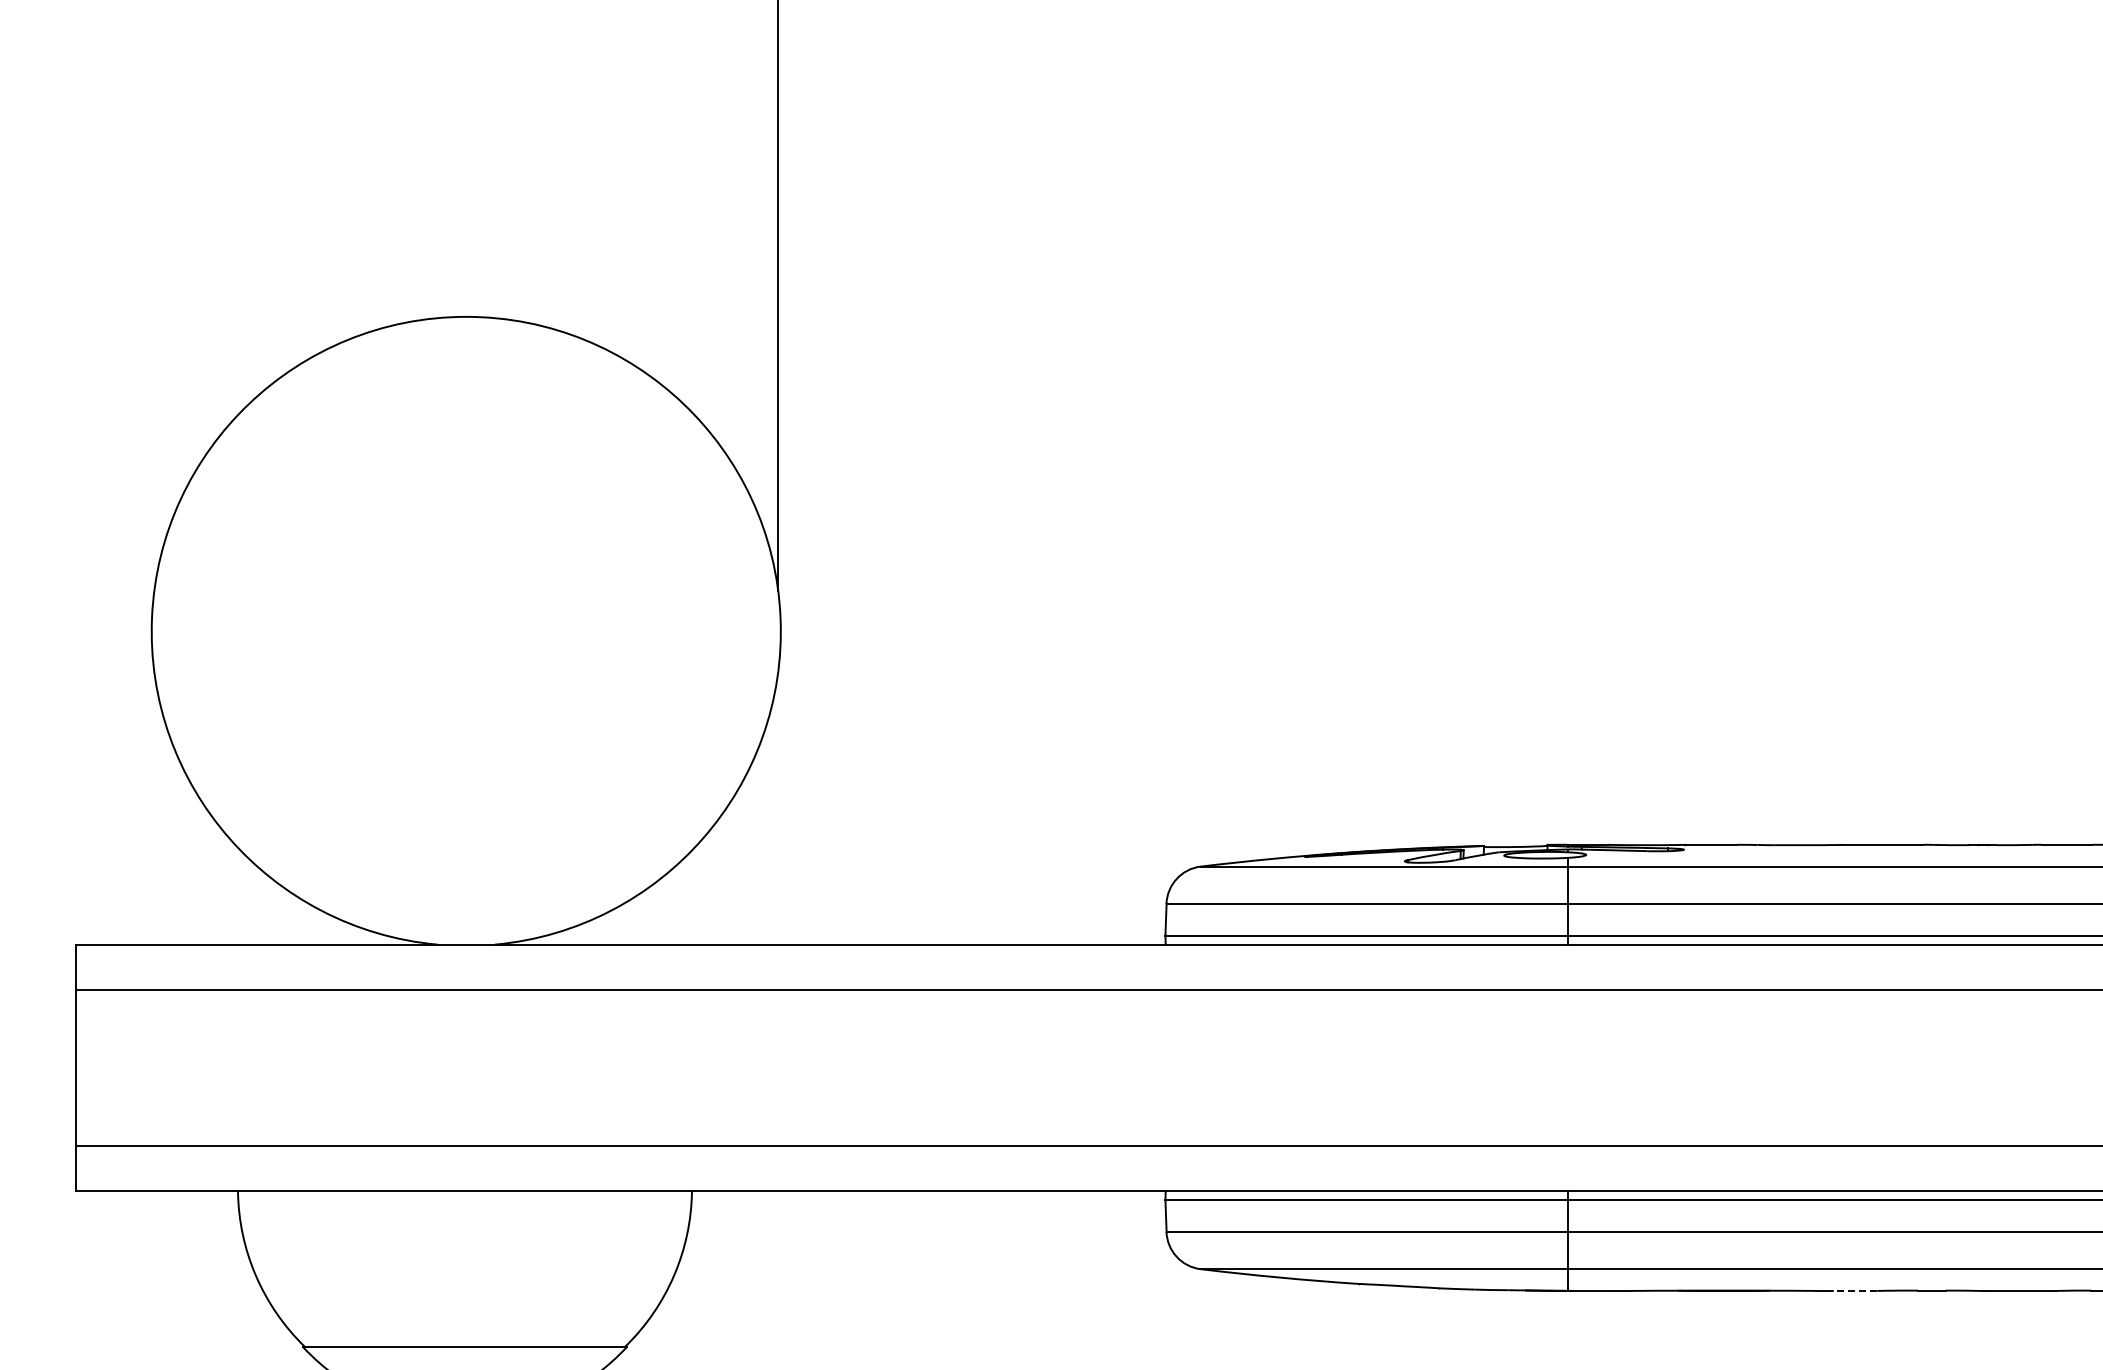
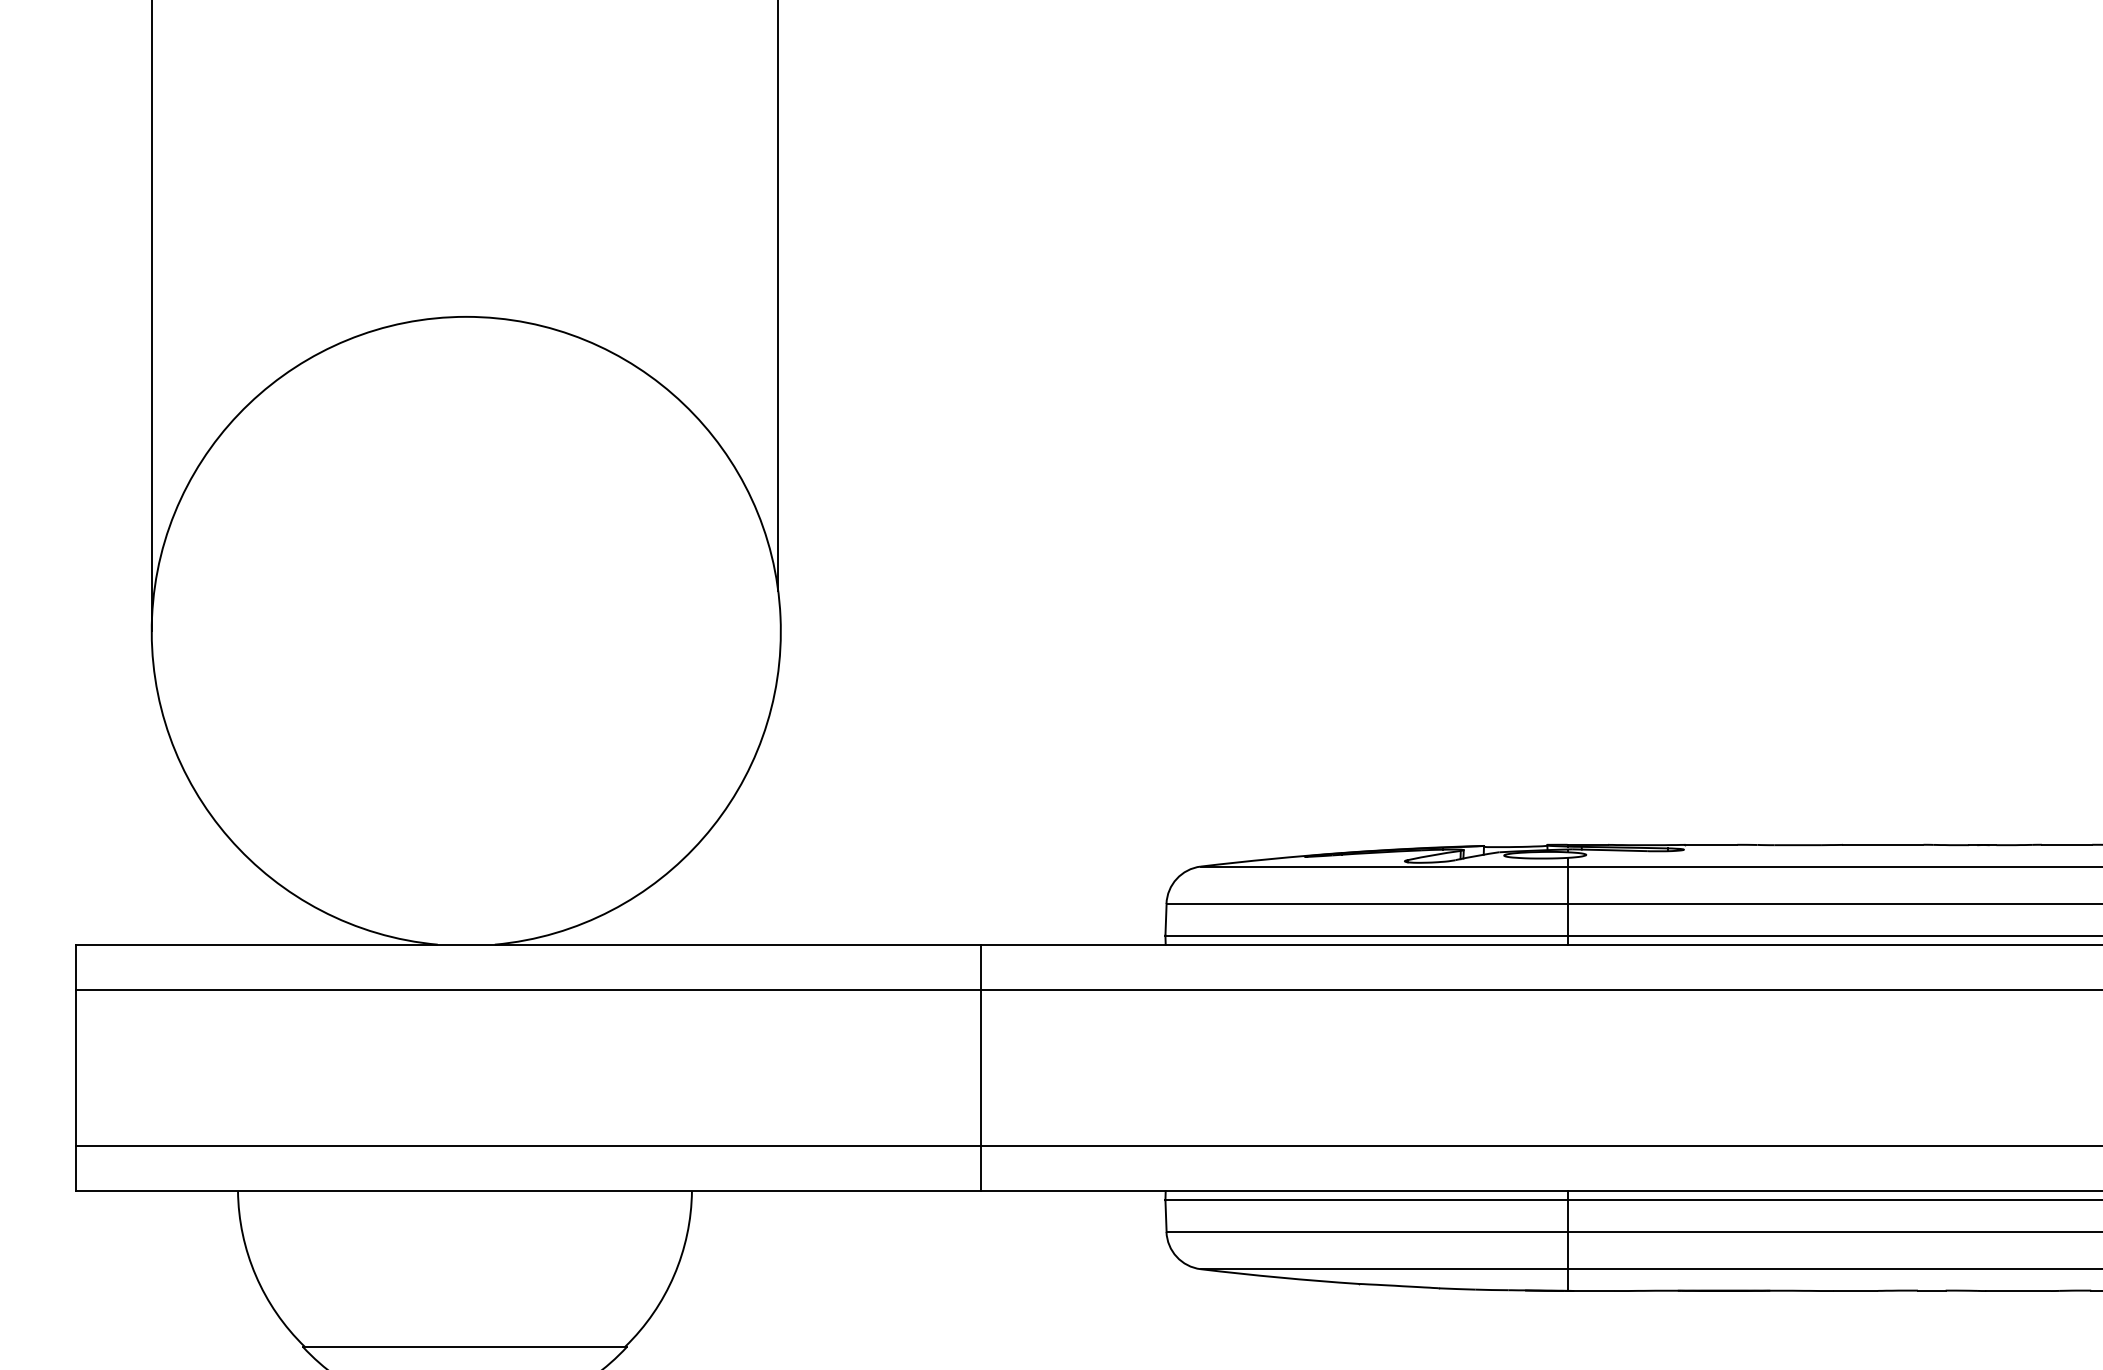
line at (151, 316): none -> present
line at (981, 1067): none -> present
line at (1855, 1291): dashed -> solid
